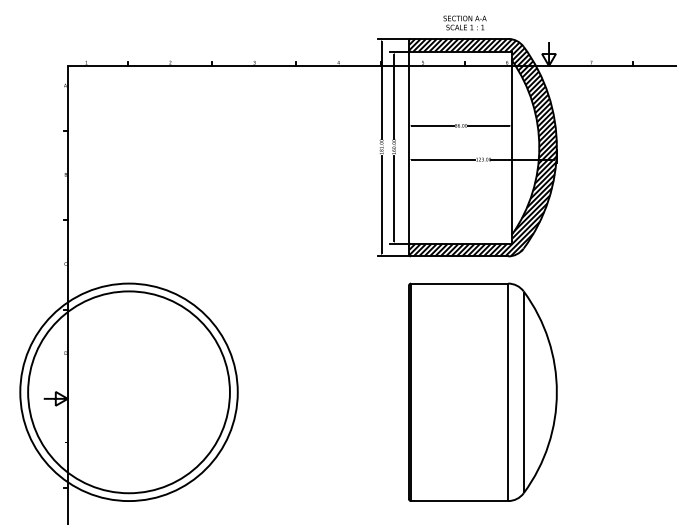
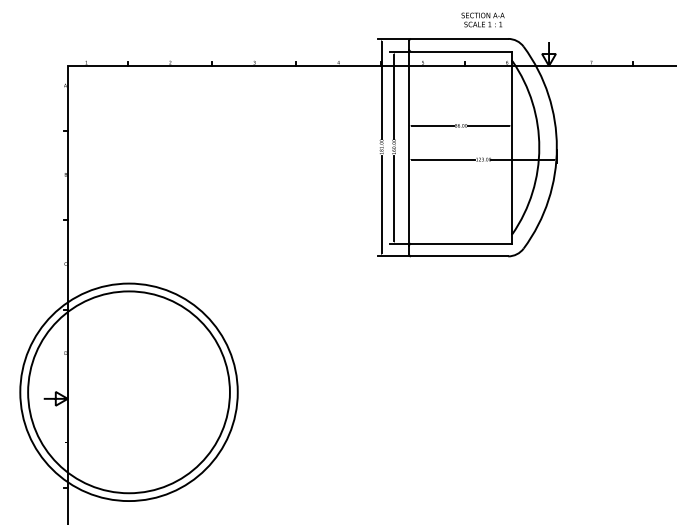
text at (464, 22) position: (464, 22) -> (482, 19)
hatch at (482, 147): present -> none
part at (482, 391): present -> none
